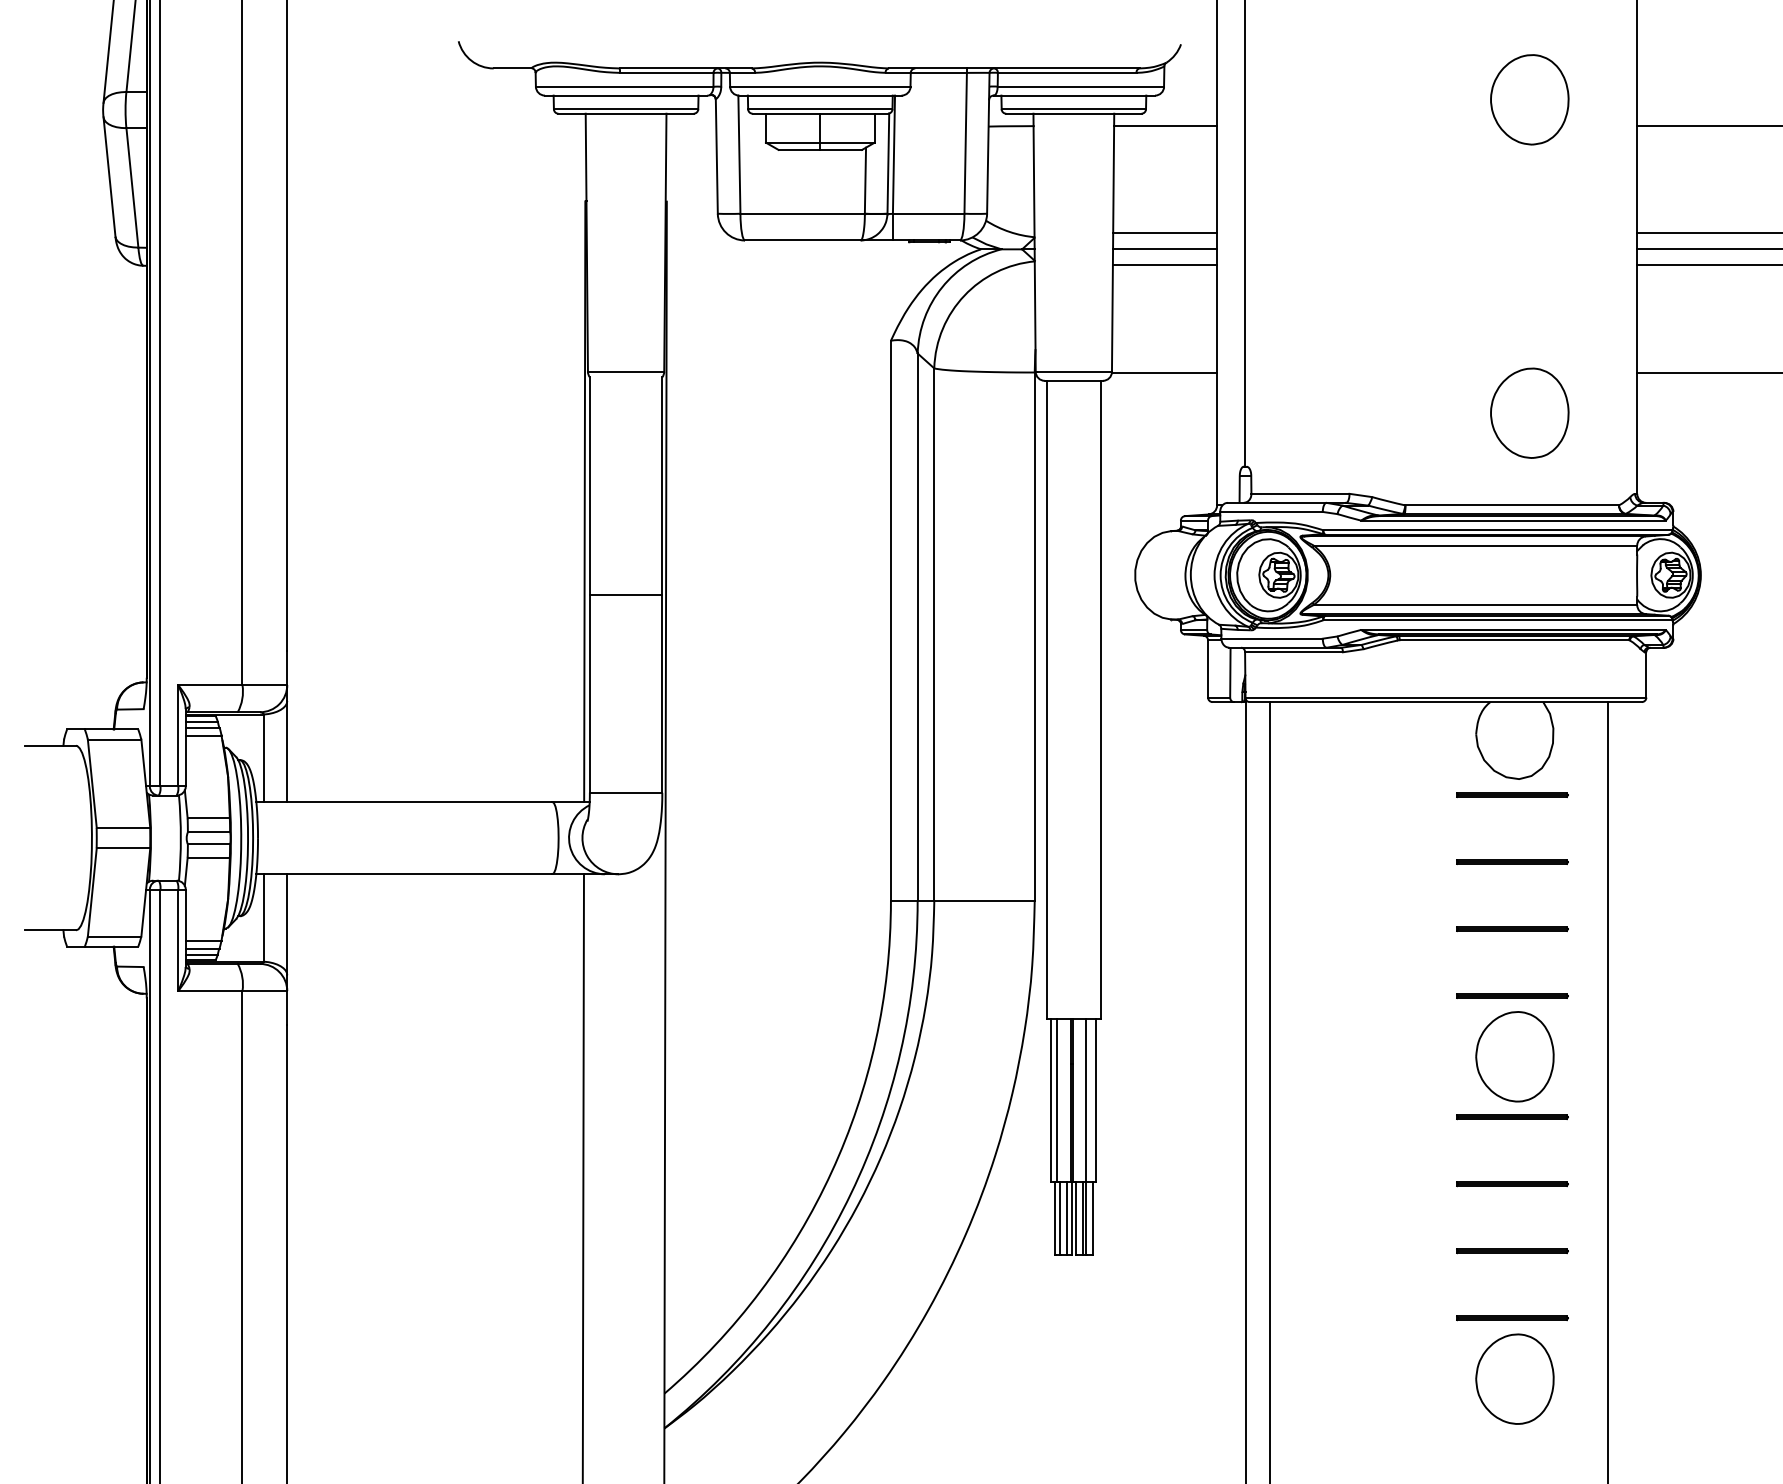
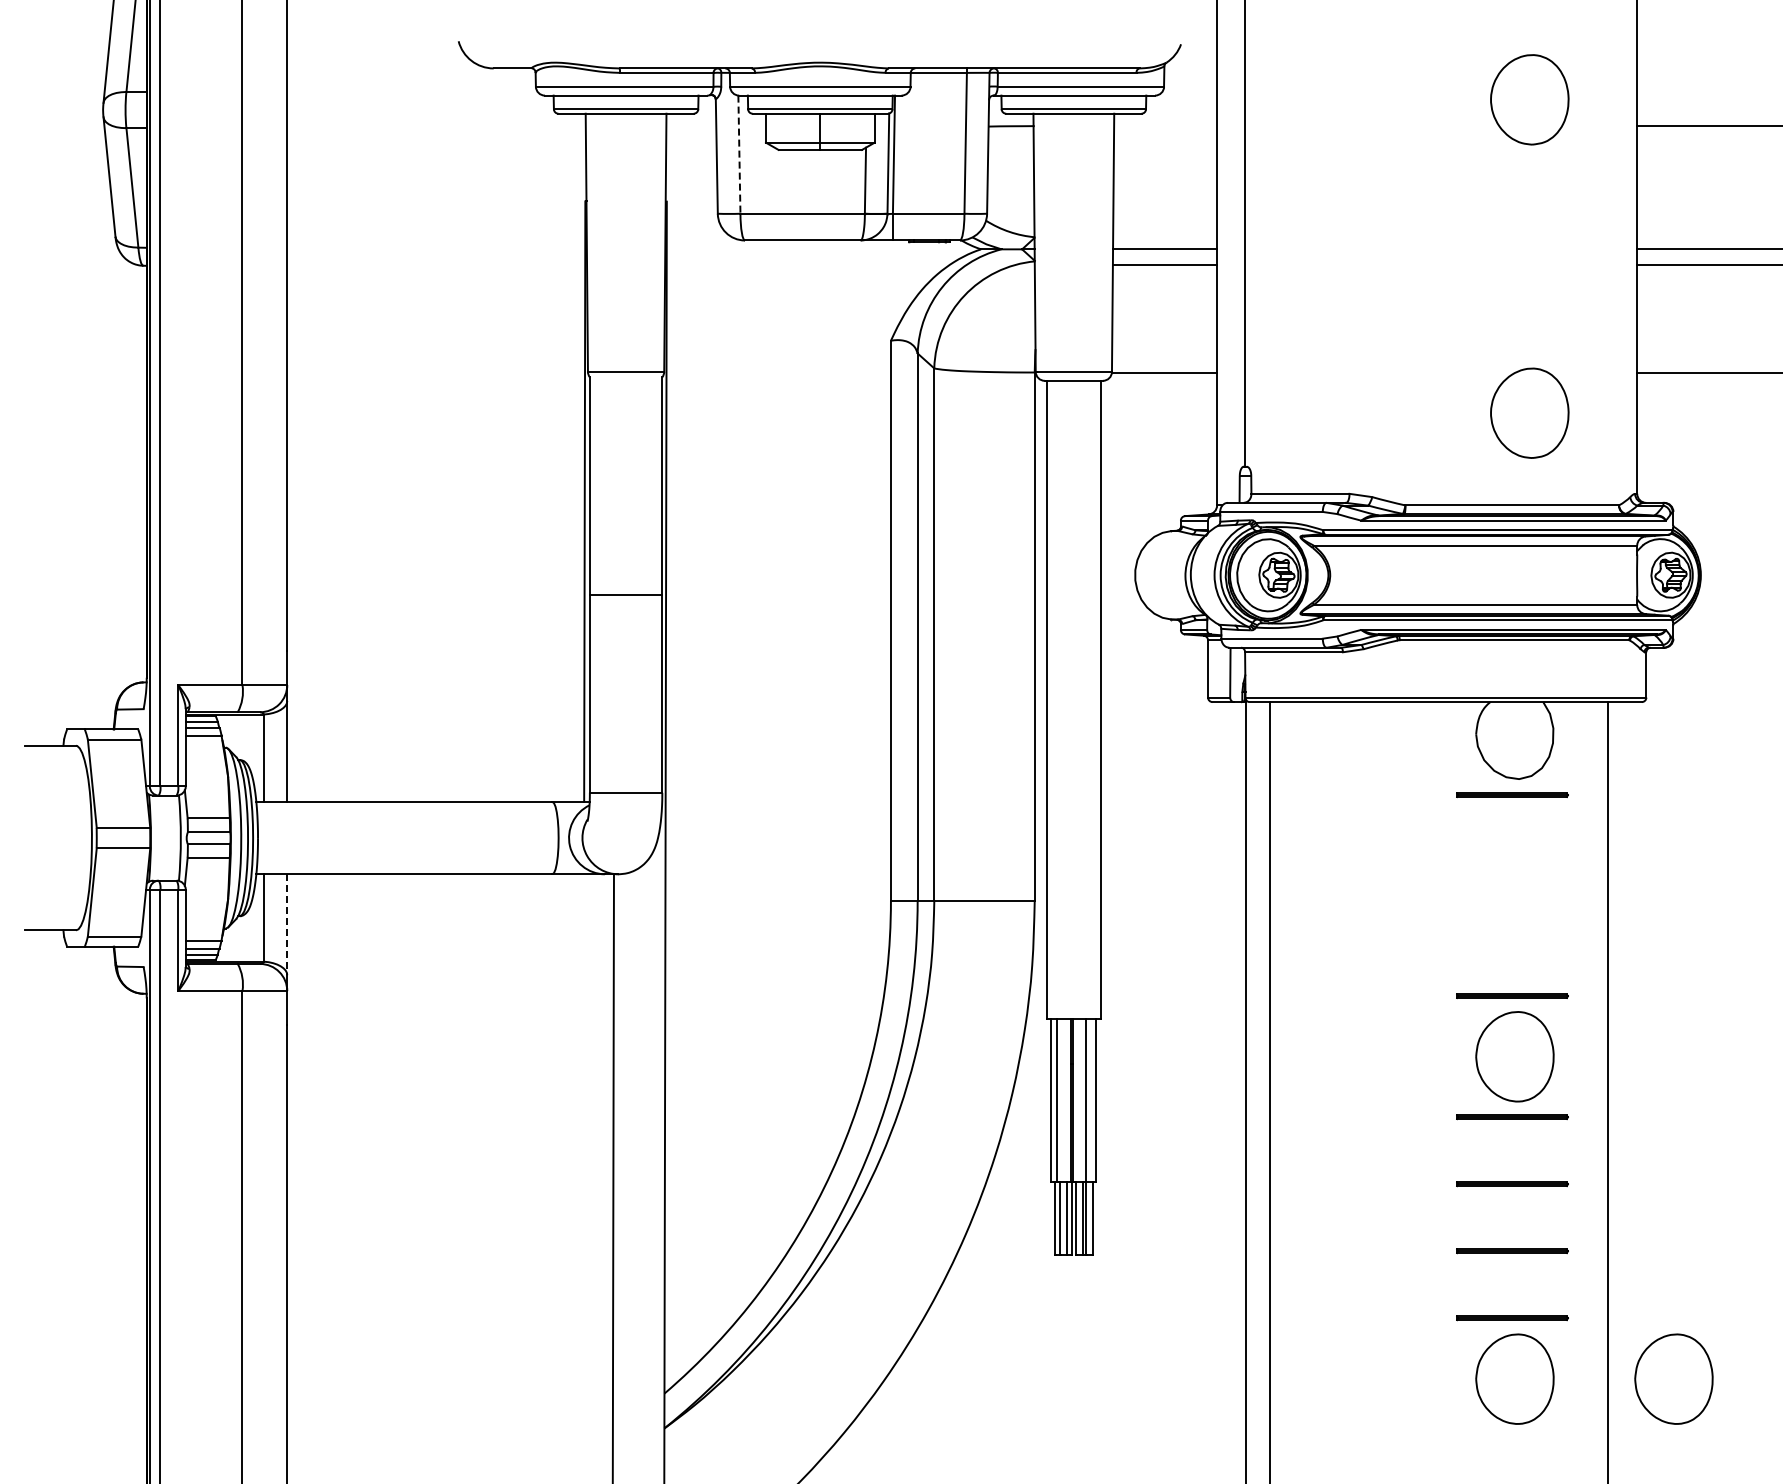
line at (1165, 126): present -> none
line at (739, 155): solid -> dashed
line at (1165, 233): present -> none
line at (1708, 233): present -> none
part at (1512, 861): present -> none
line at (287, 925): solid -> dashed
part at (1512, 928): present -> none
line at (582, 1177) position: (582, 1177) -> (612, 1177)
part at (1673, 1378): none -> present
